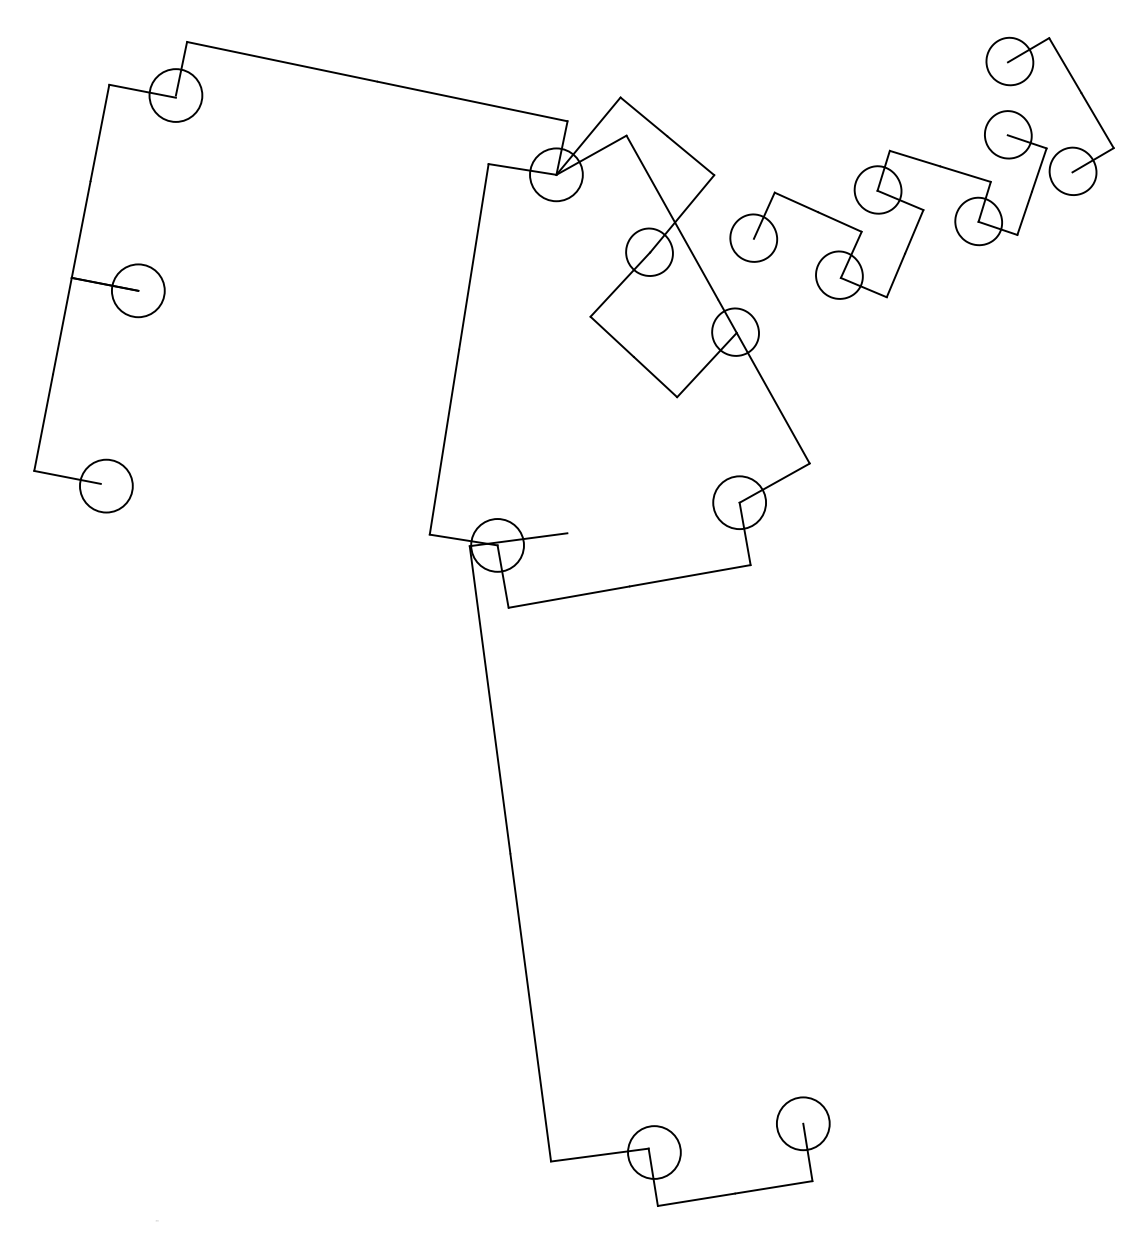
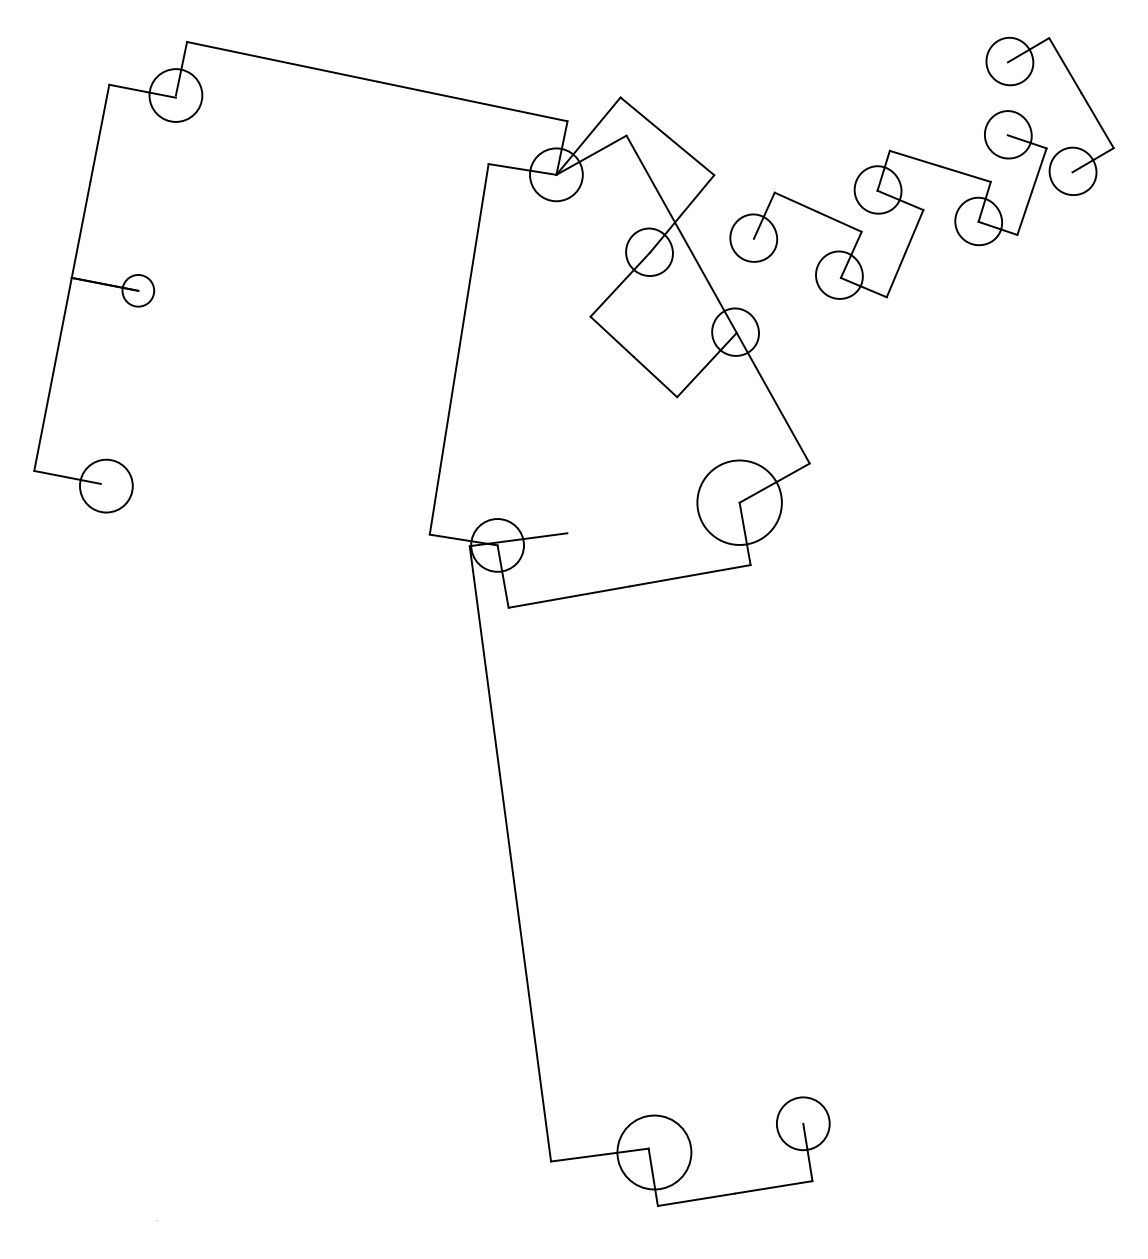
circle at (137, 290) diameter: 53 px -> 32 px
circle at (739, 502) diameter: 53 px -> 84 px
circle at (654, 1152) diameter: 53 px -> 74 px
